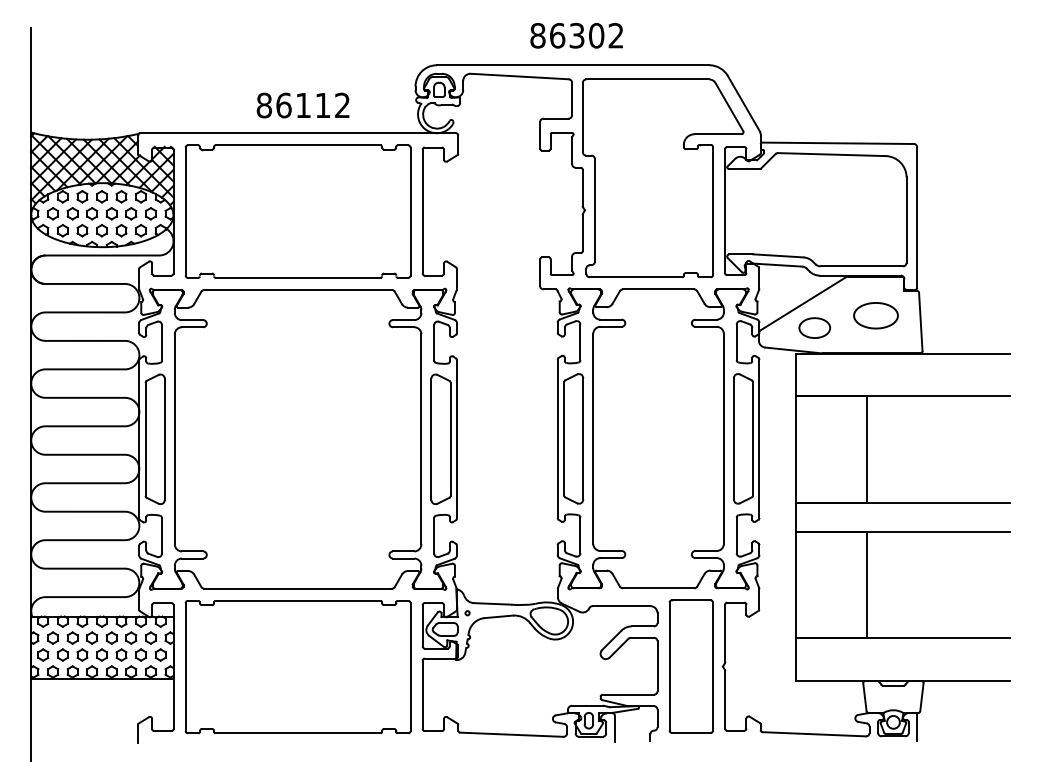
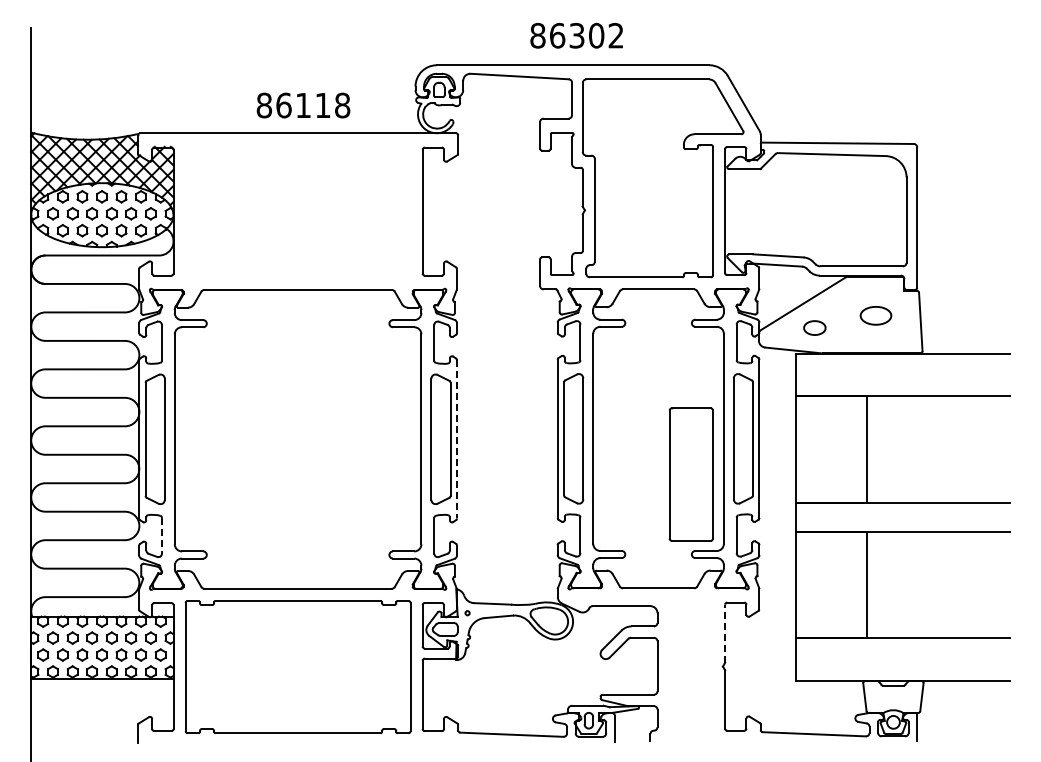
text at (342, 105): 86112 -> 86118
part at (297, 211): present -> none
part at (875, 315) size: 46x28 px -> 34x20 px
part at (814, 327) size: 34x22 px -> 24x16 px
line at (457, 439): solid -> dashed
line at (161, 535): solid -> dashed
line at (725, 633): solid -> dashed
part at (690, 666) position: (690, 666) -> (690, 474)
